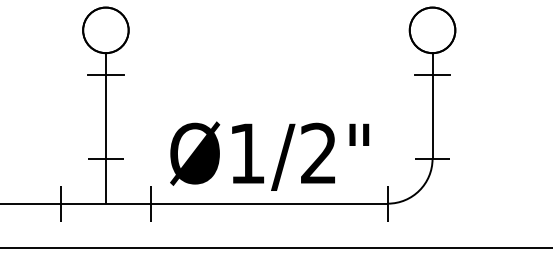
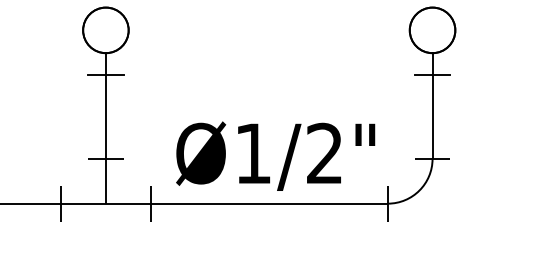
text at (269, 155) position: (269, 155) -> (275, 155)
line at (275, 248): present -> none
